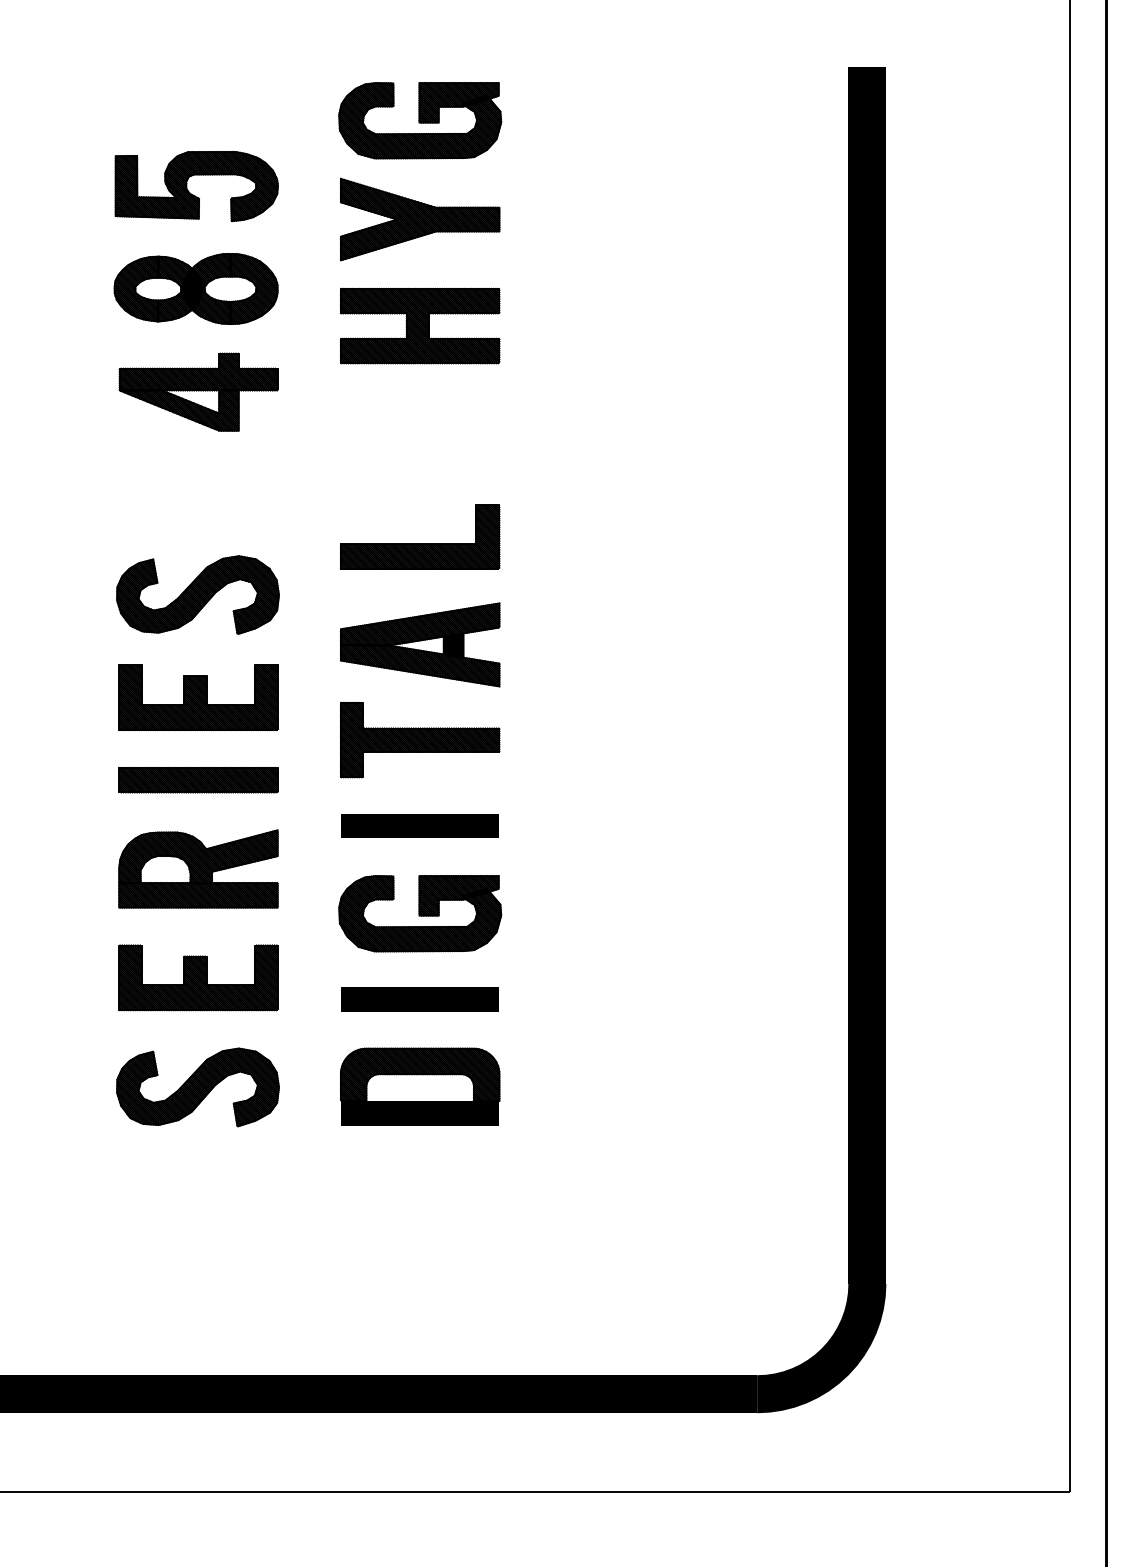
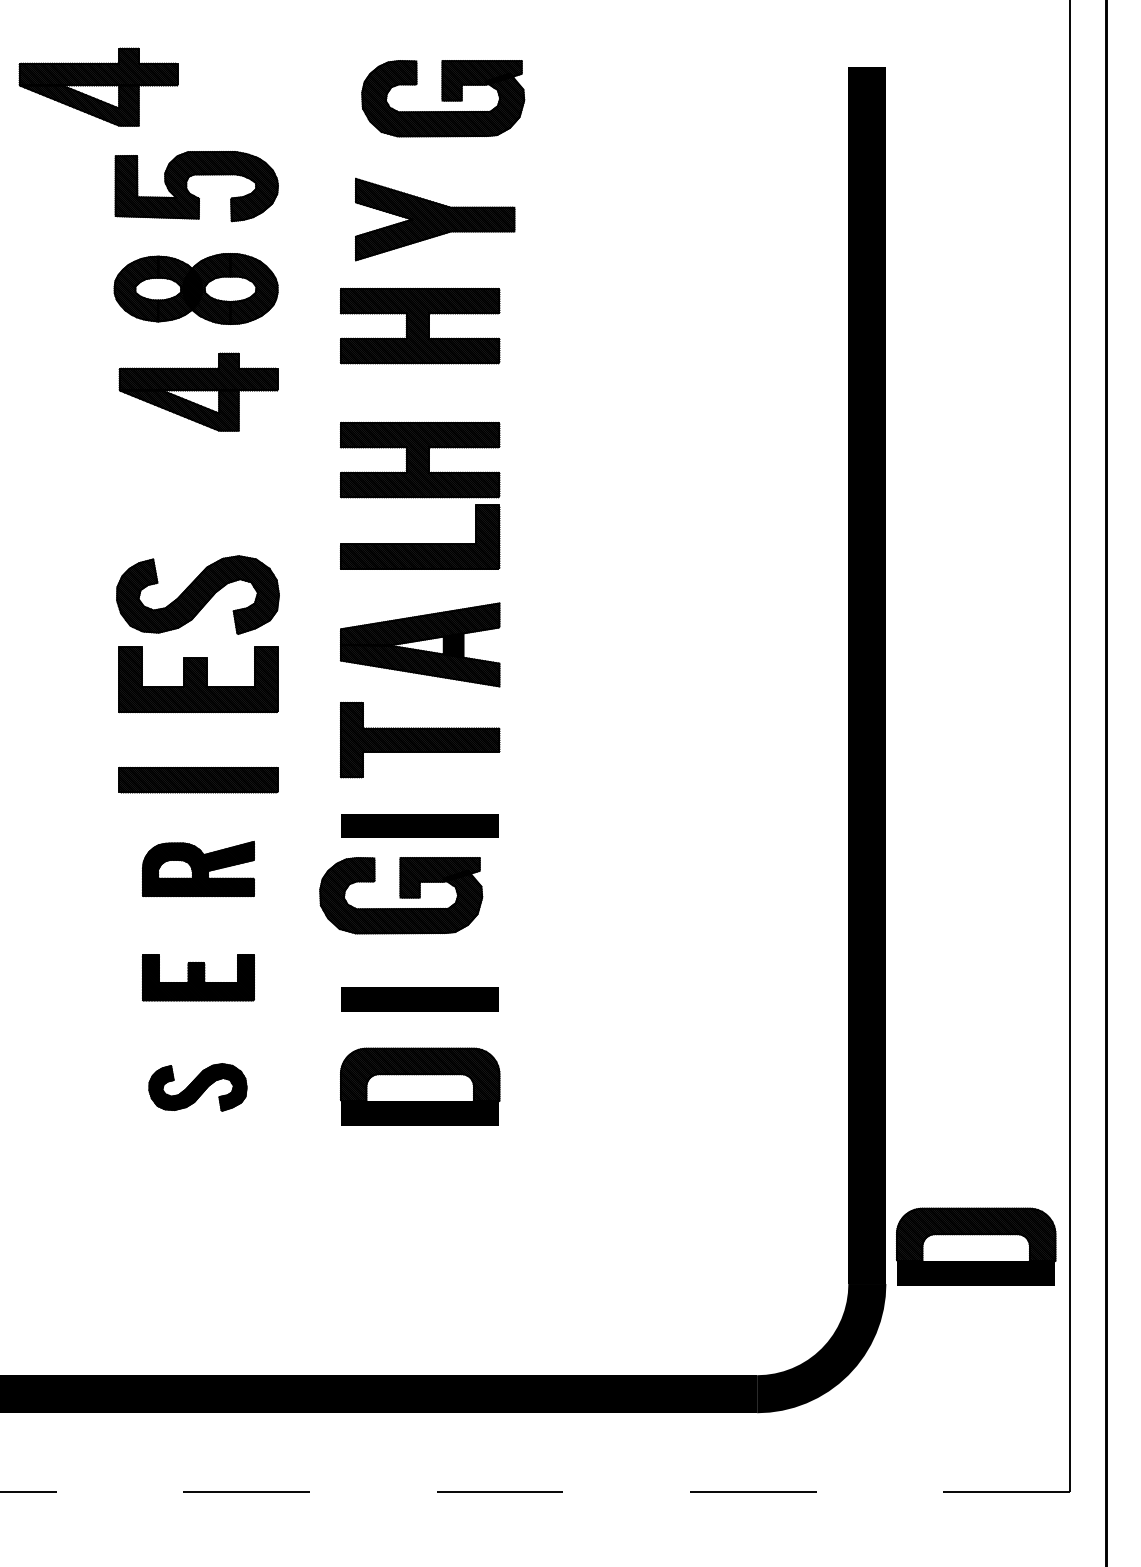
part at (98, 86): none -> present
part at (420, 120) position: (420, 120) -> (443, 98)
part at (419, 219) position: (419, 219) -> (434, 219)
part at (419, 459): none -> present
part at (198, 697) position: (198, 697) -> (198, 679)
part at (198, 868) size: 161x80 px -> 113x57 px
part at (420, 913) position: (420, 913) -> (401, 895)
part at (198, 977) size: 161x68 px -> 113x48 px
part at (197, 1087) size: 164x81 px -> 100x49 px
part at (975, 1246): none -> present
line at (535, 1492): solid -> dashed
